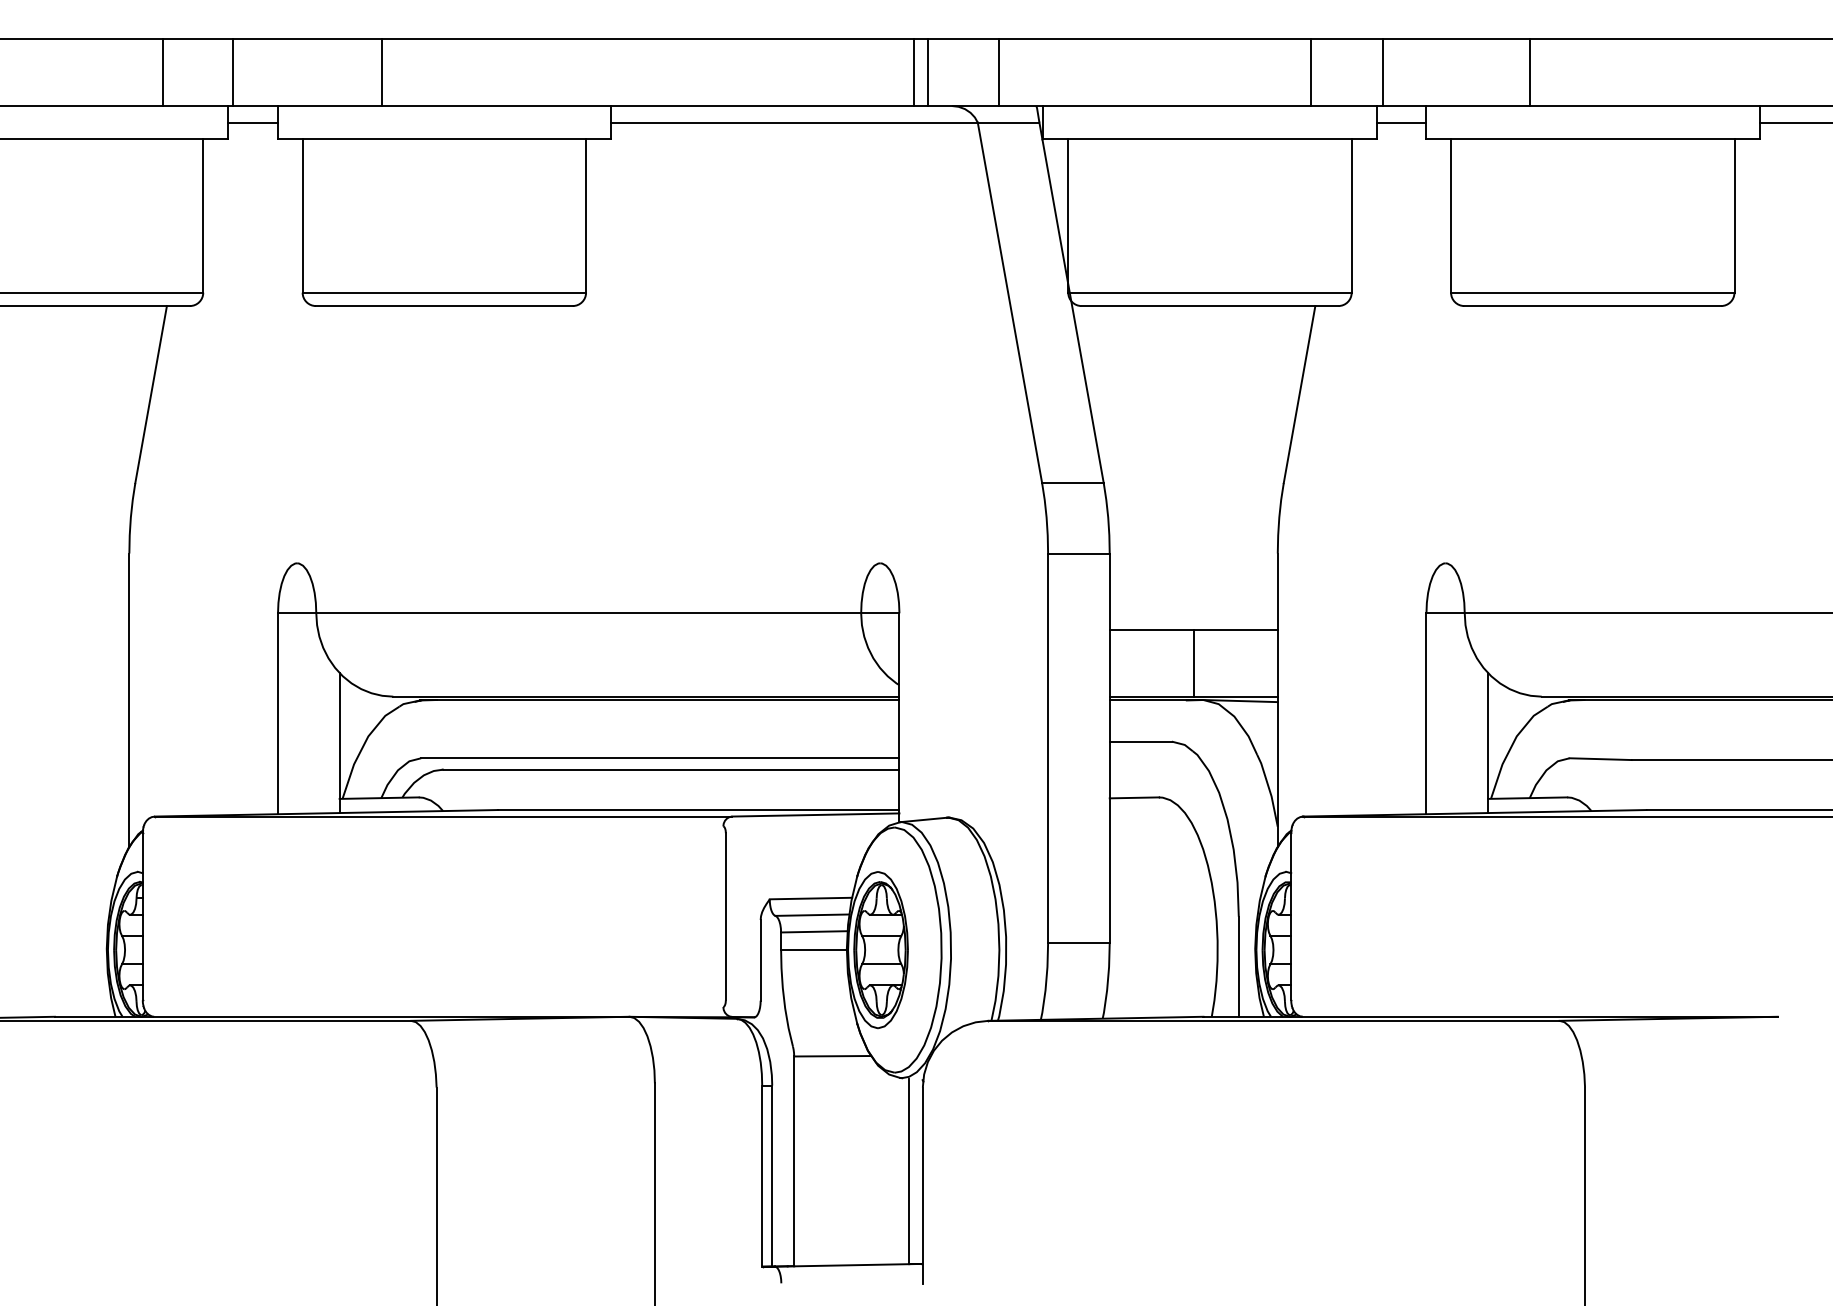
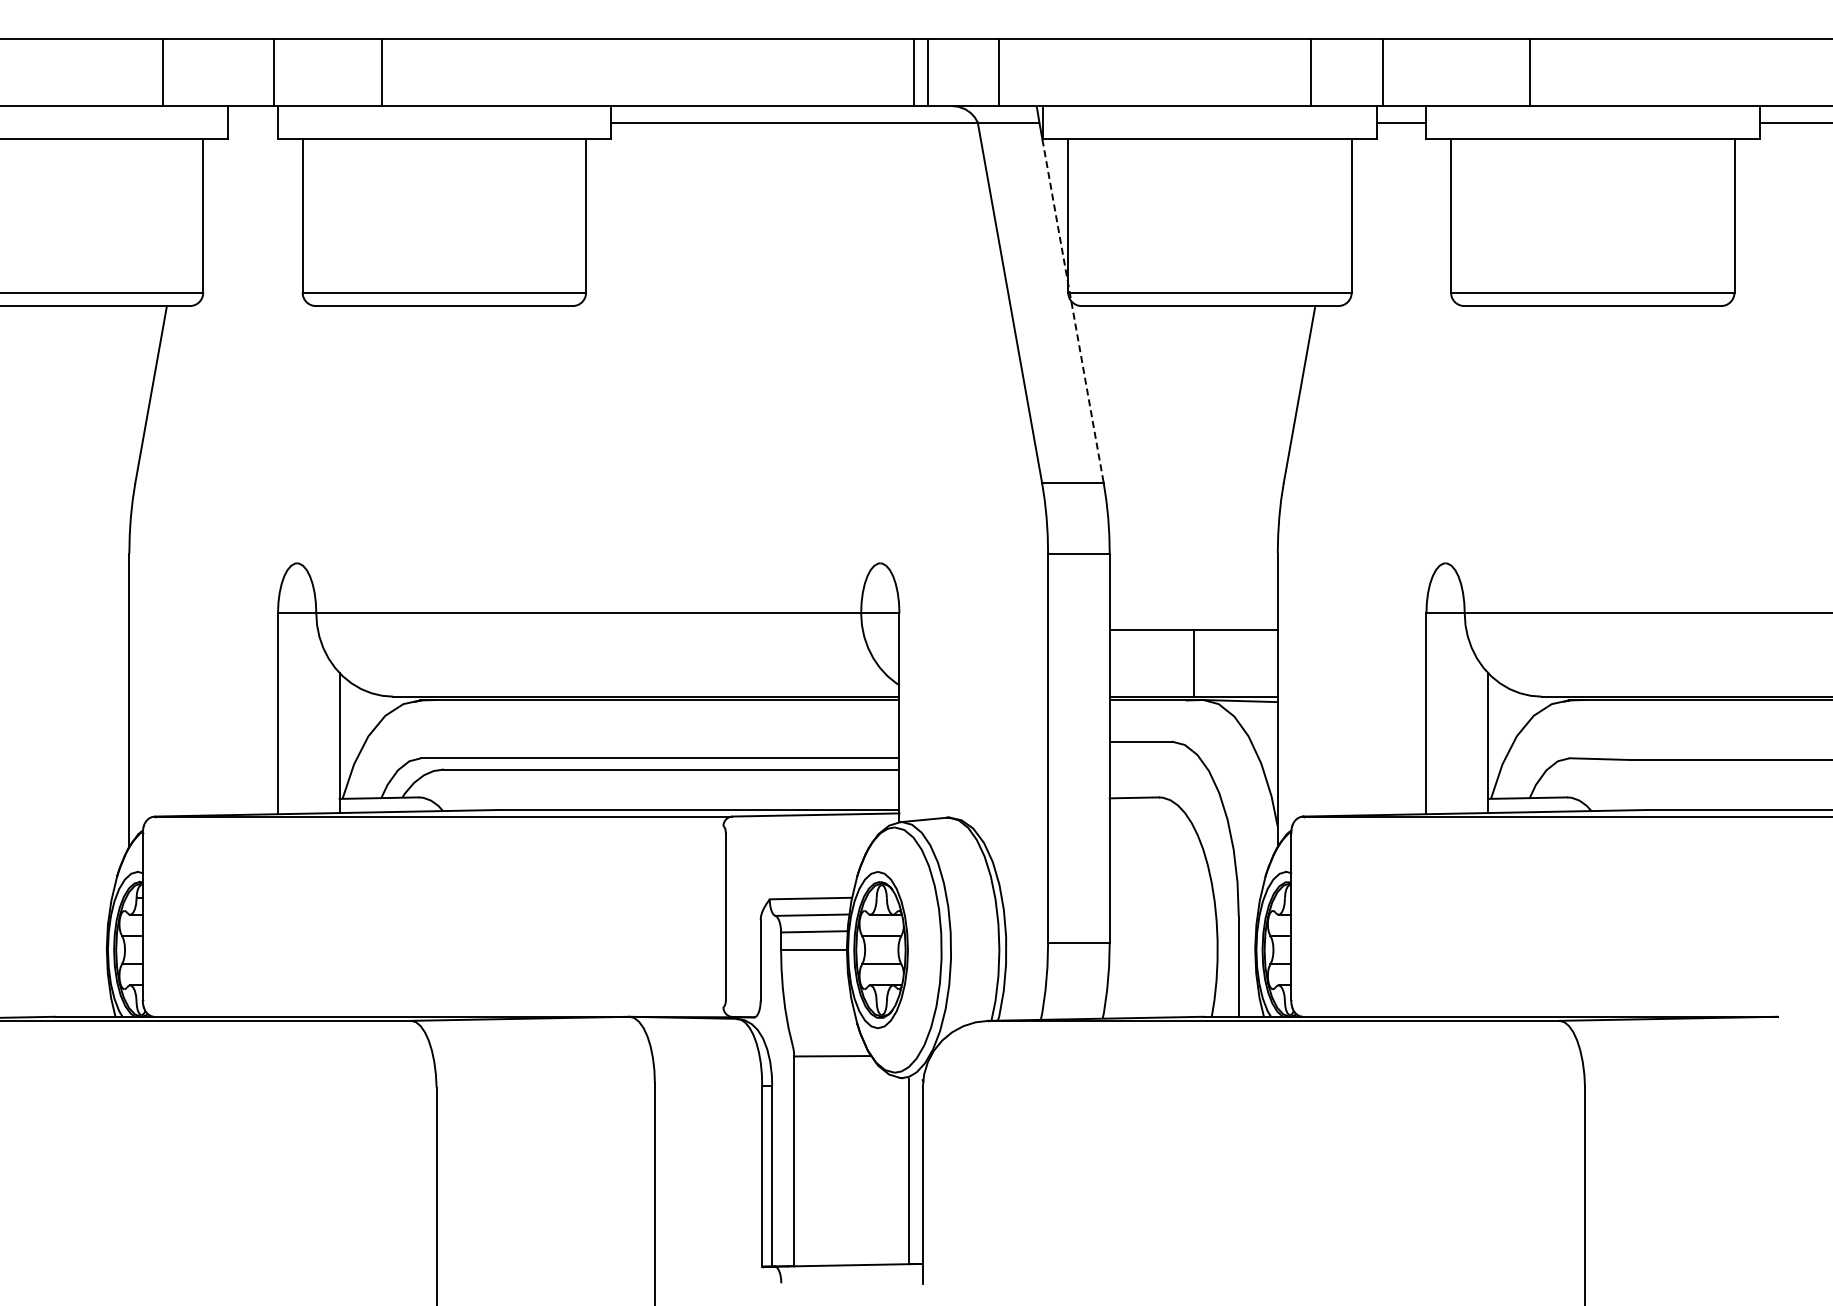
line at (233, 72) position: (233, 72) -> (274, 72)
line at (252, 122): present -> none
line at (1073, 311): solid -> dashed
